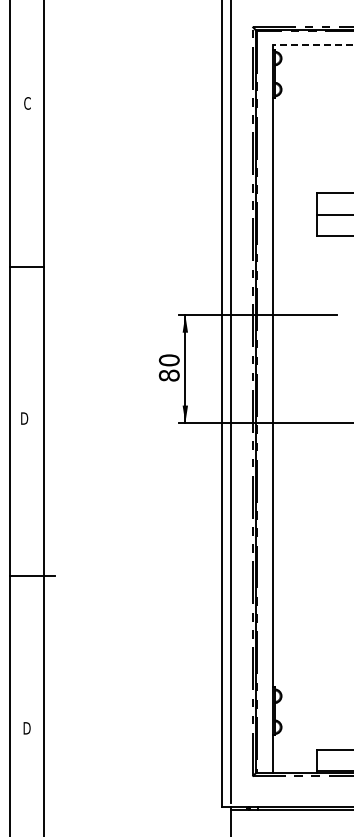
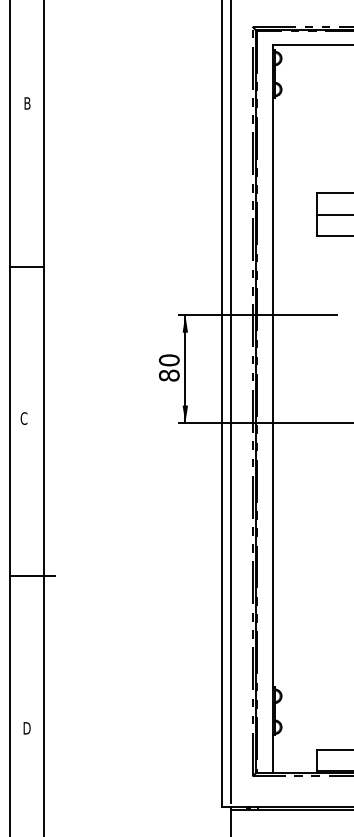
line at (313, 45): dashed -> solid
text at (27, 103): C -> B
text at (24, 418): D -> C
